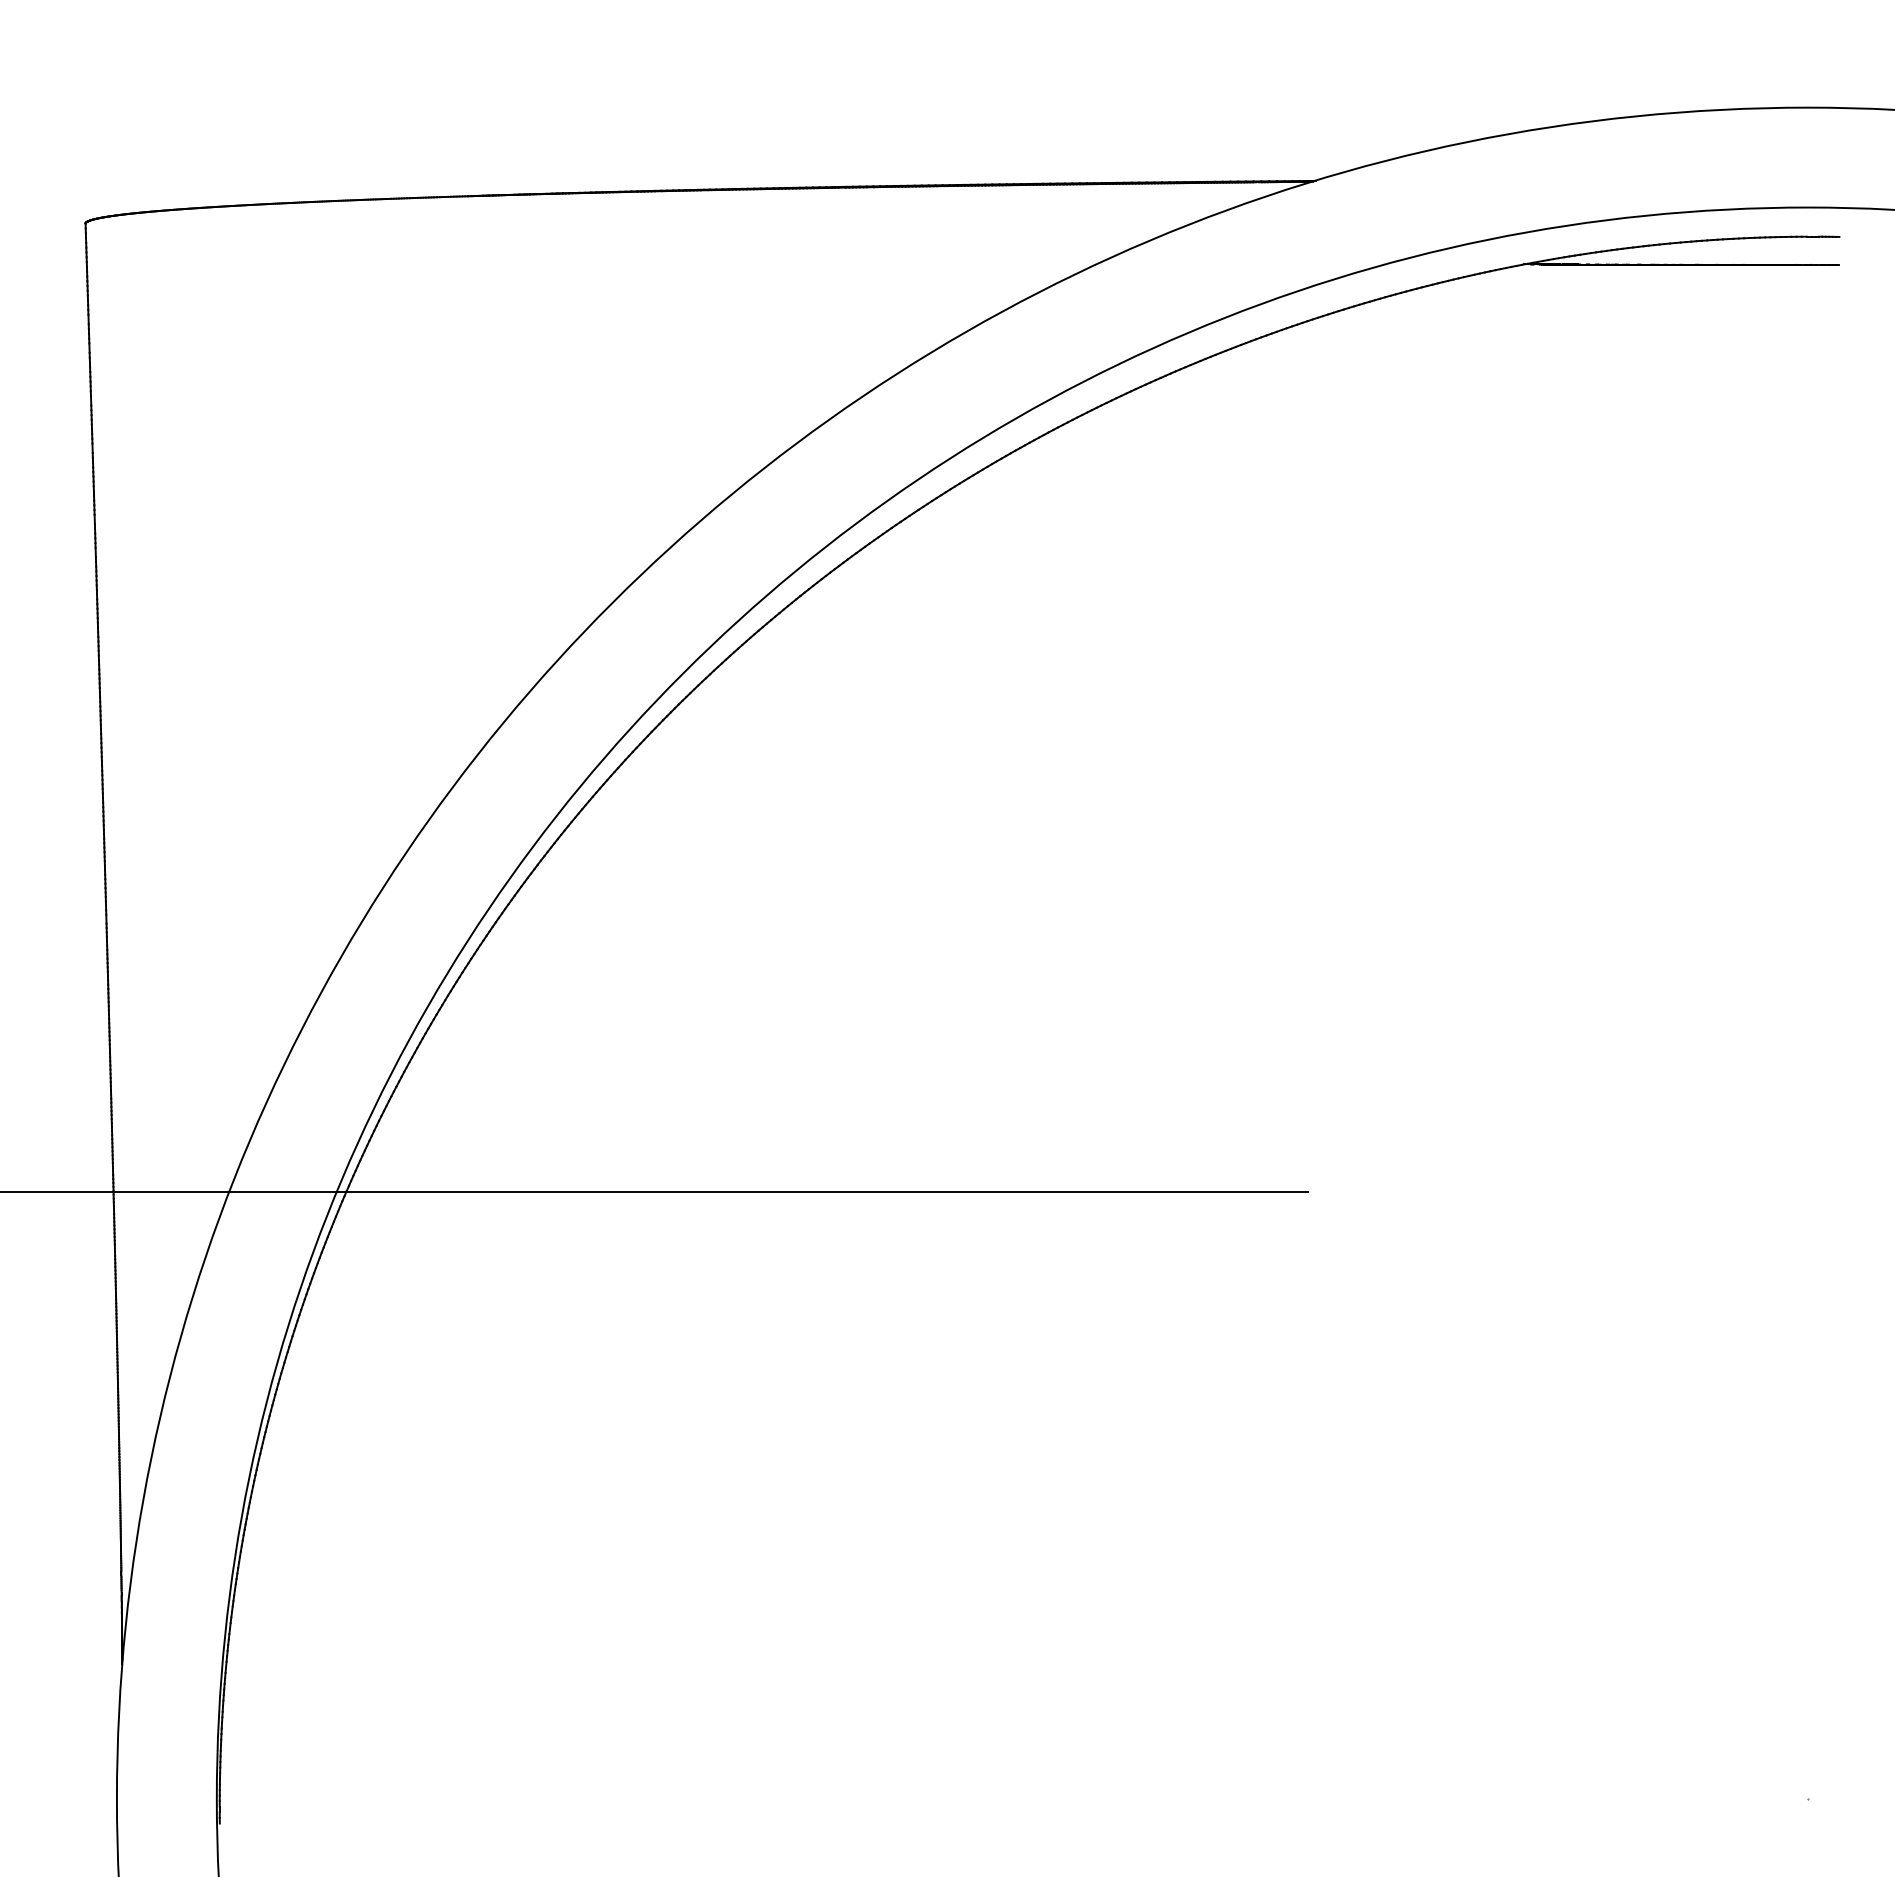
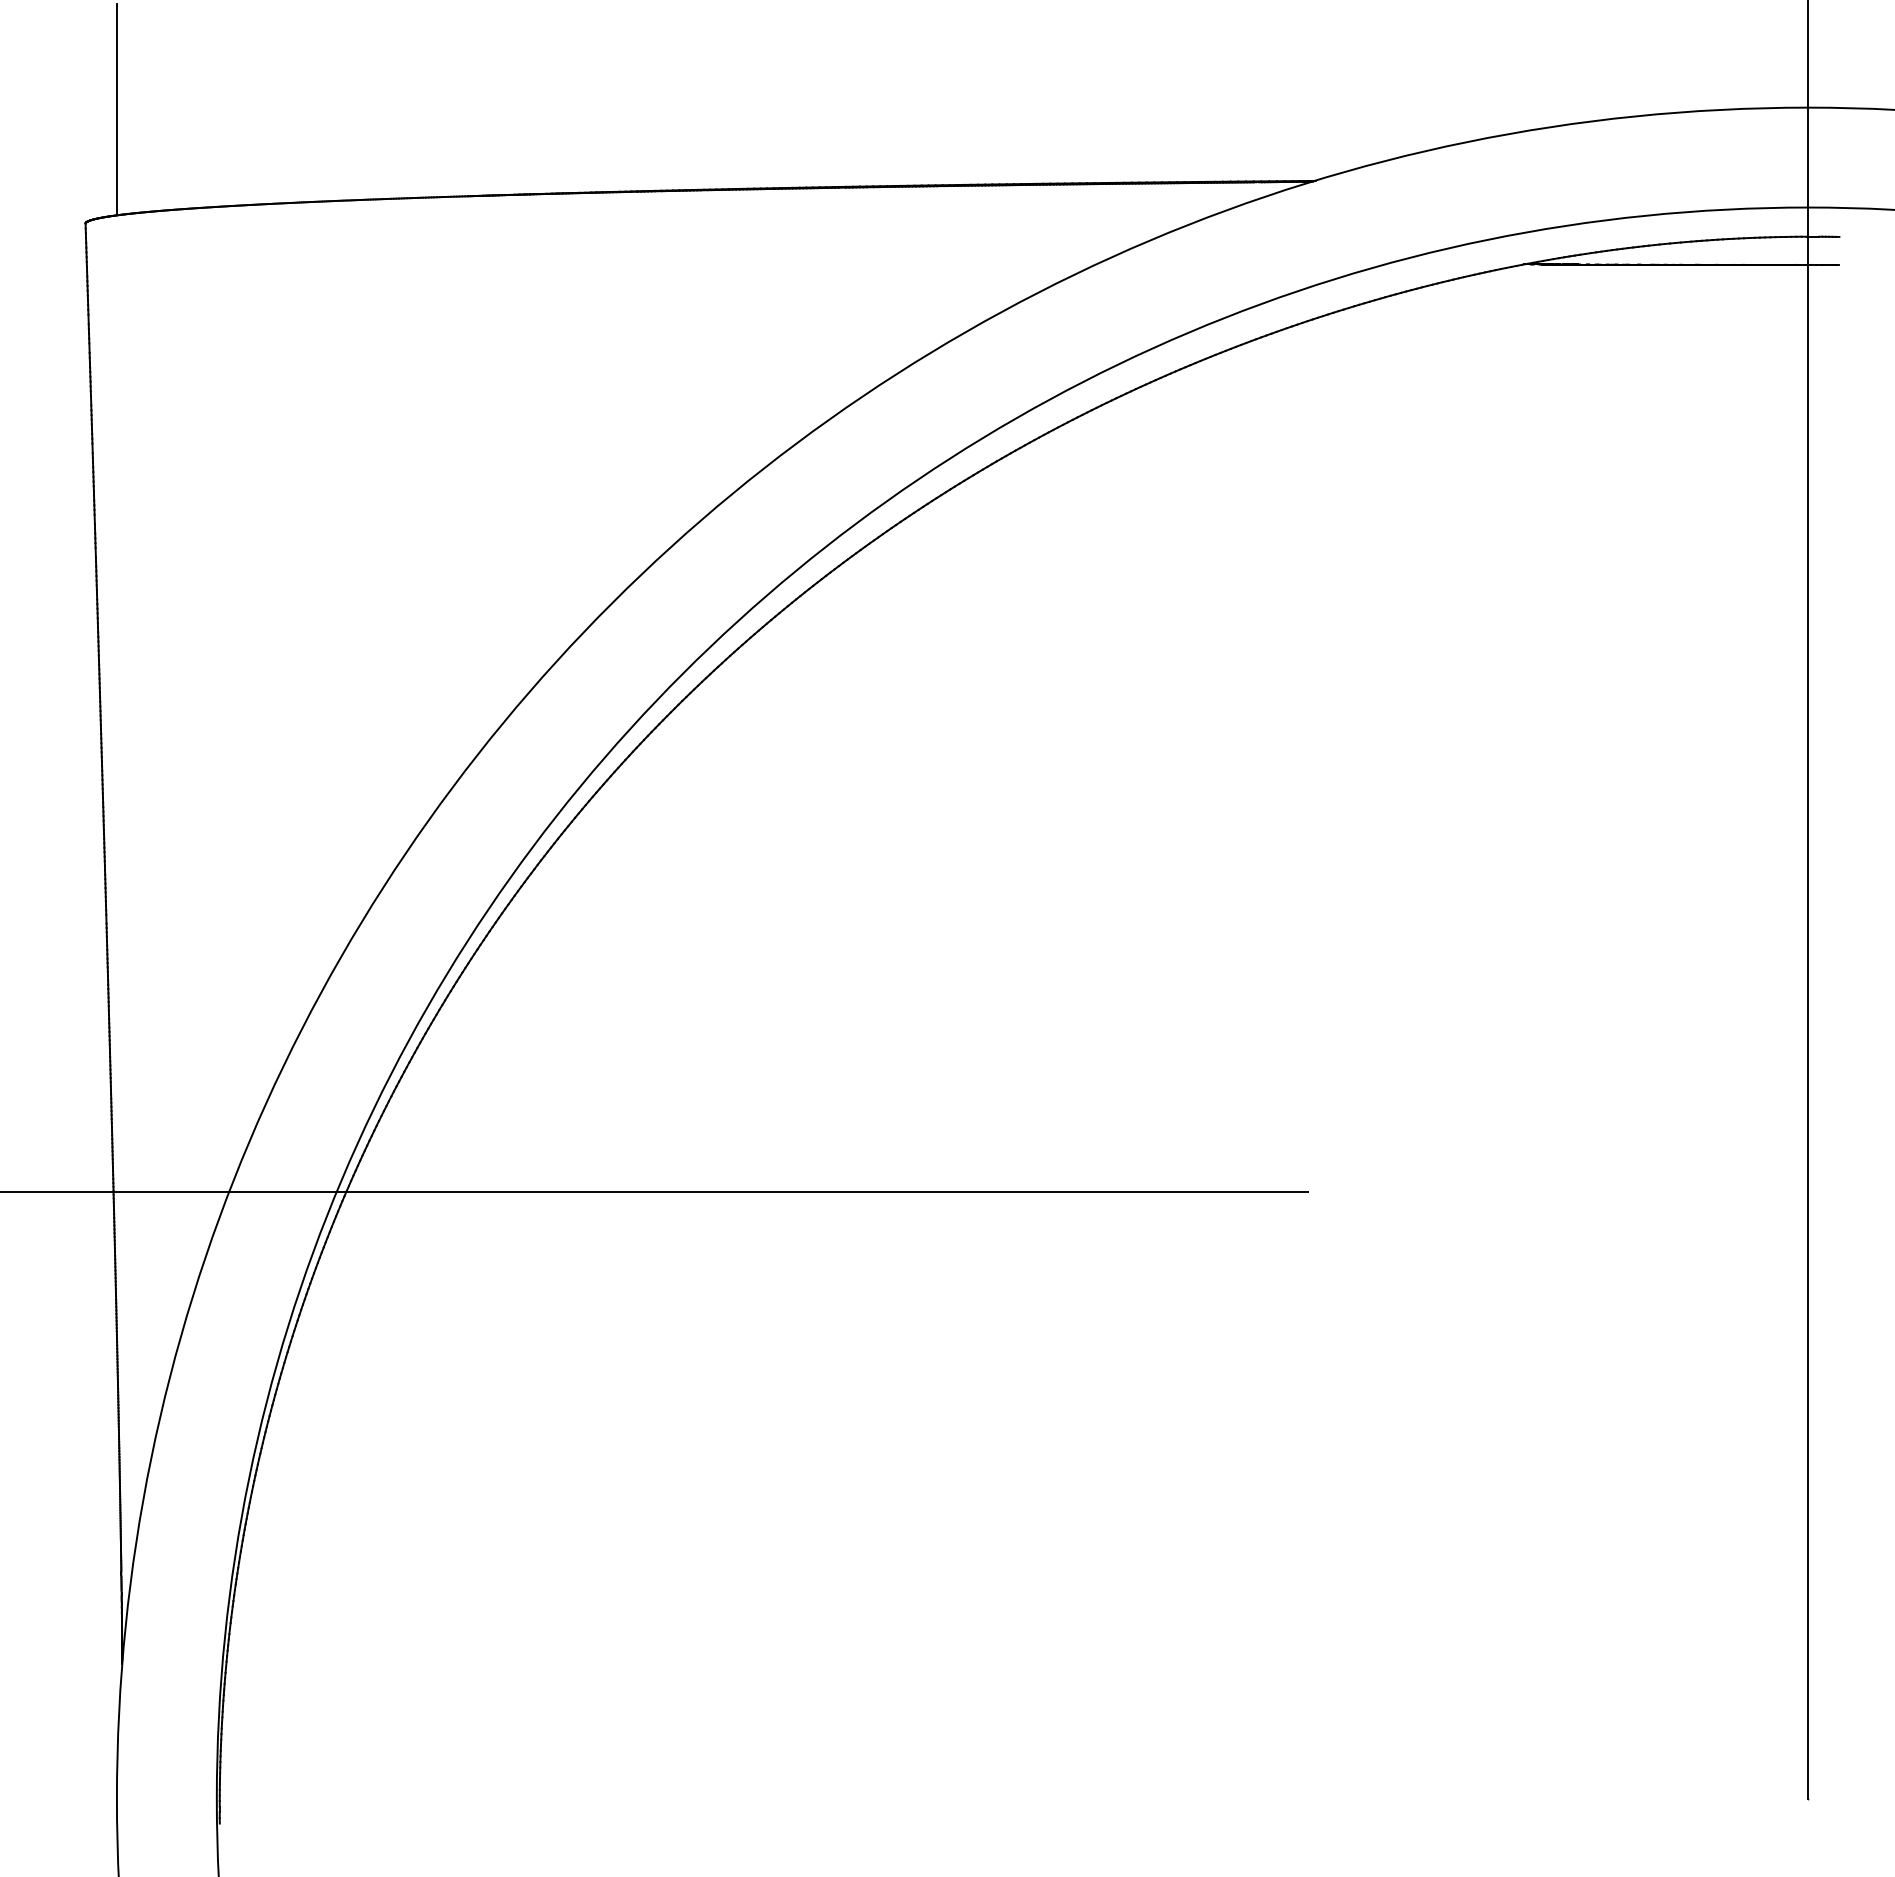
line at (116, 109): none -> present
line at (1808, 900): none -> present
